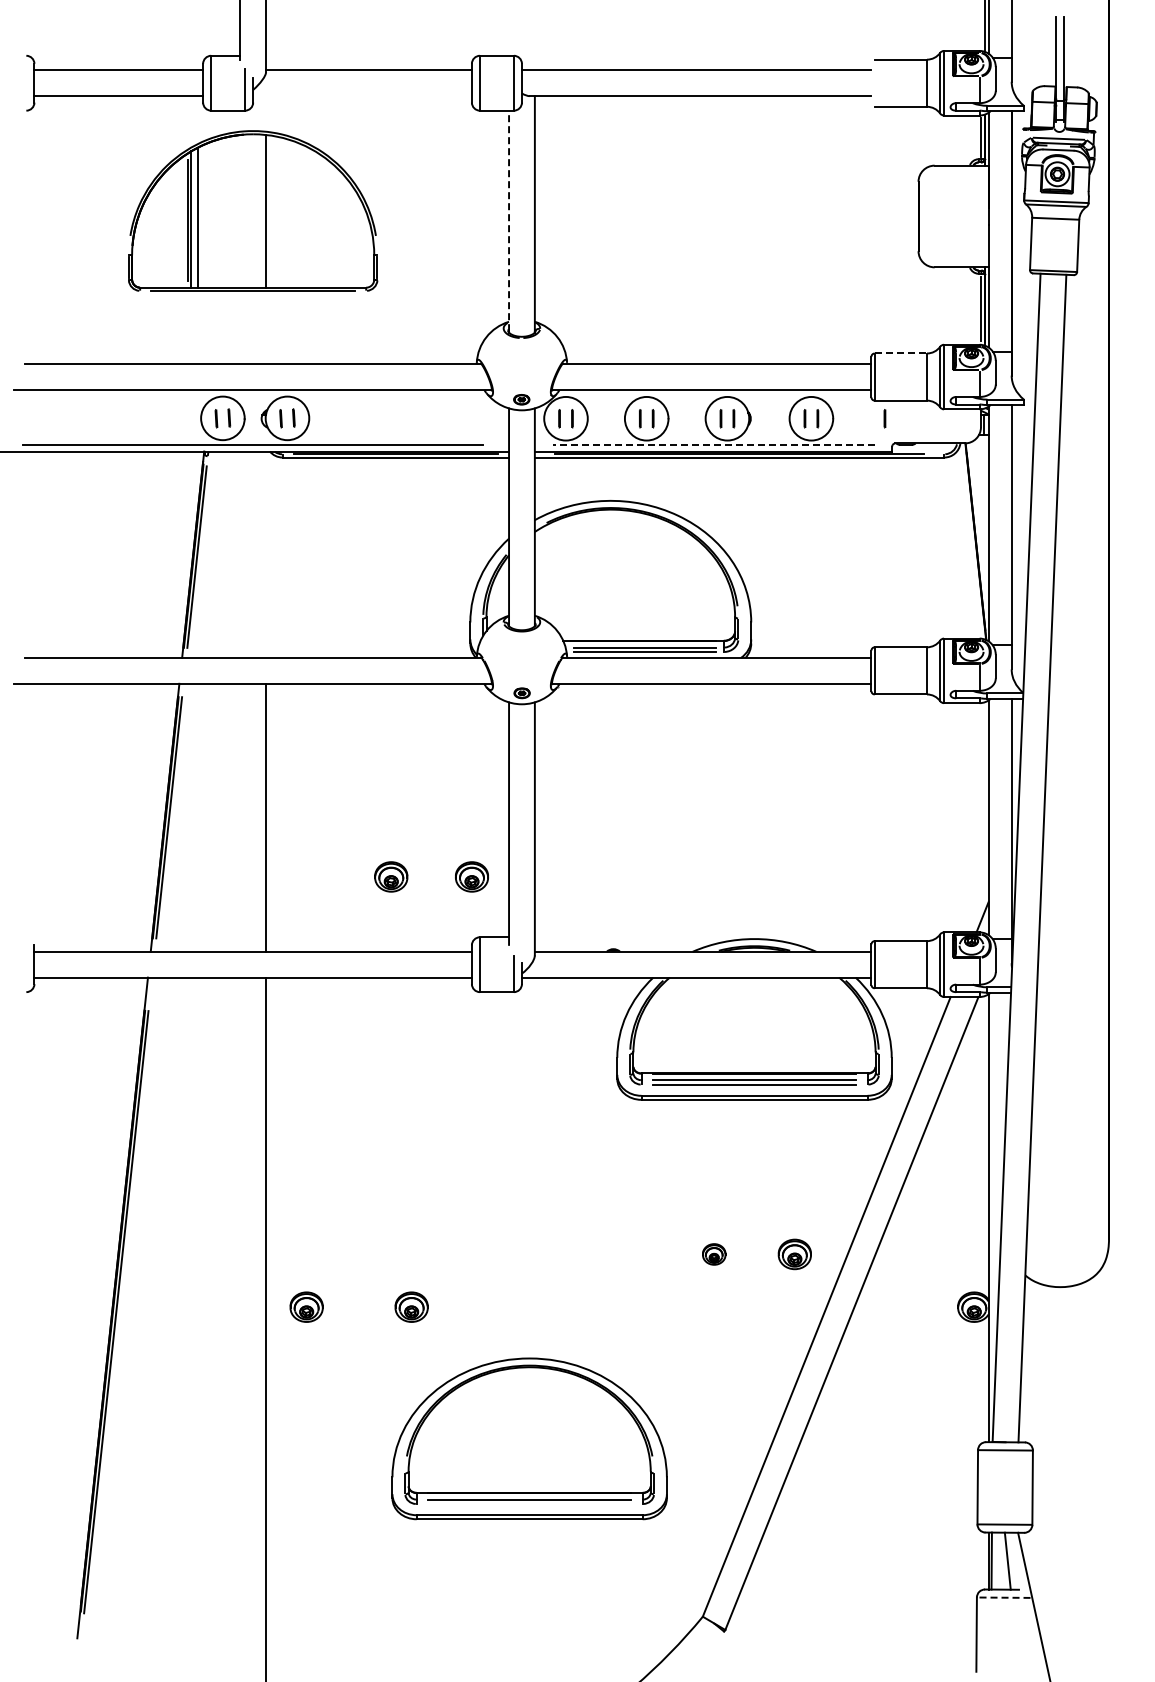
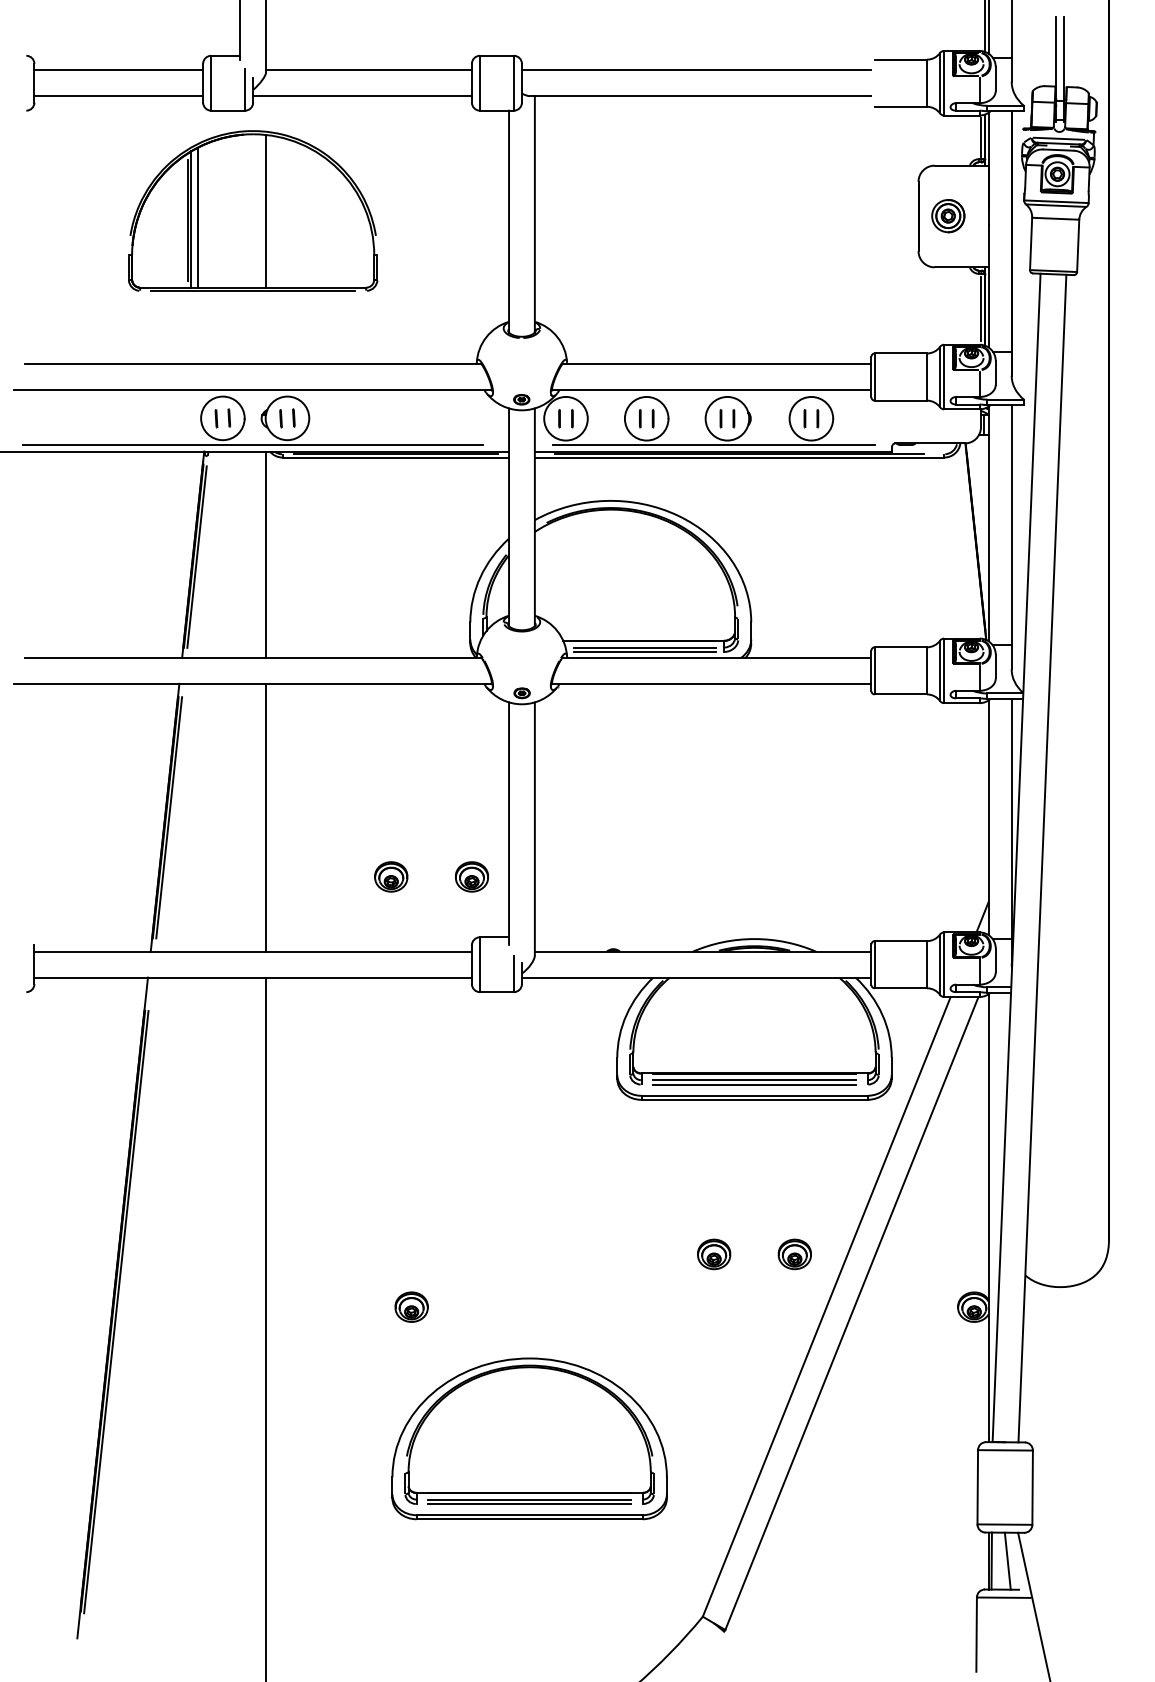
line at (362, 96): none -> present
part at (948, 216): none -> present
line at (509, 220): dashed -> solid
line at (901, 353): dashed -> solid
line at (884, 418): present -> none
line at (713, 445): dashed -> solid
line at (266, 554): none -> present
part at (714, 1254) size: 25x23 px -> 35x33 px
part at (306, 1306): present -> none
line at (529, 1504): none -> present
line at (1003, 1597): dashed -> solid
